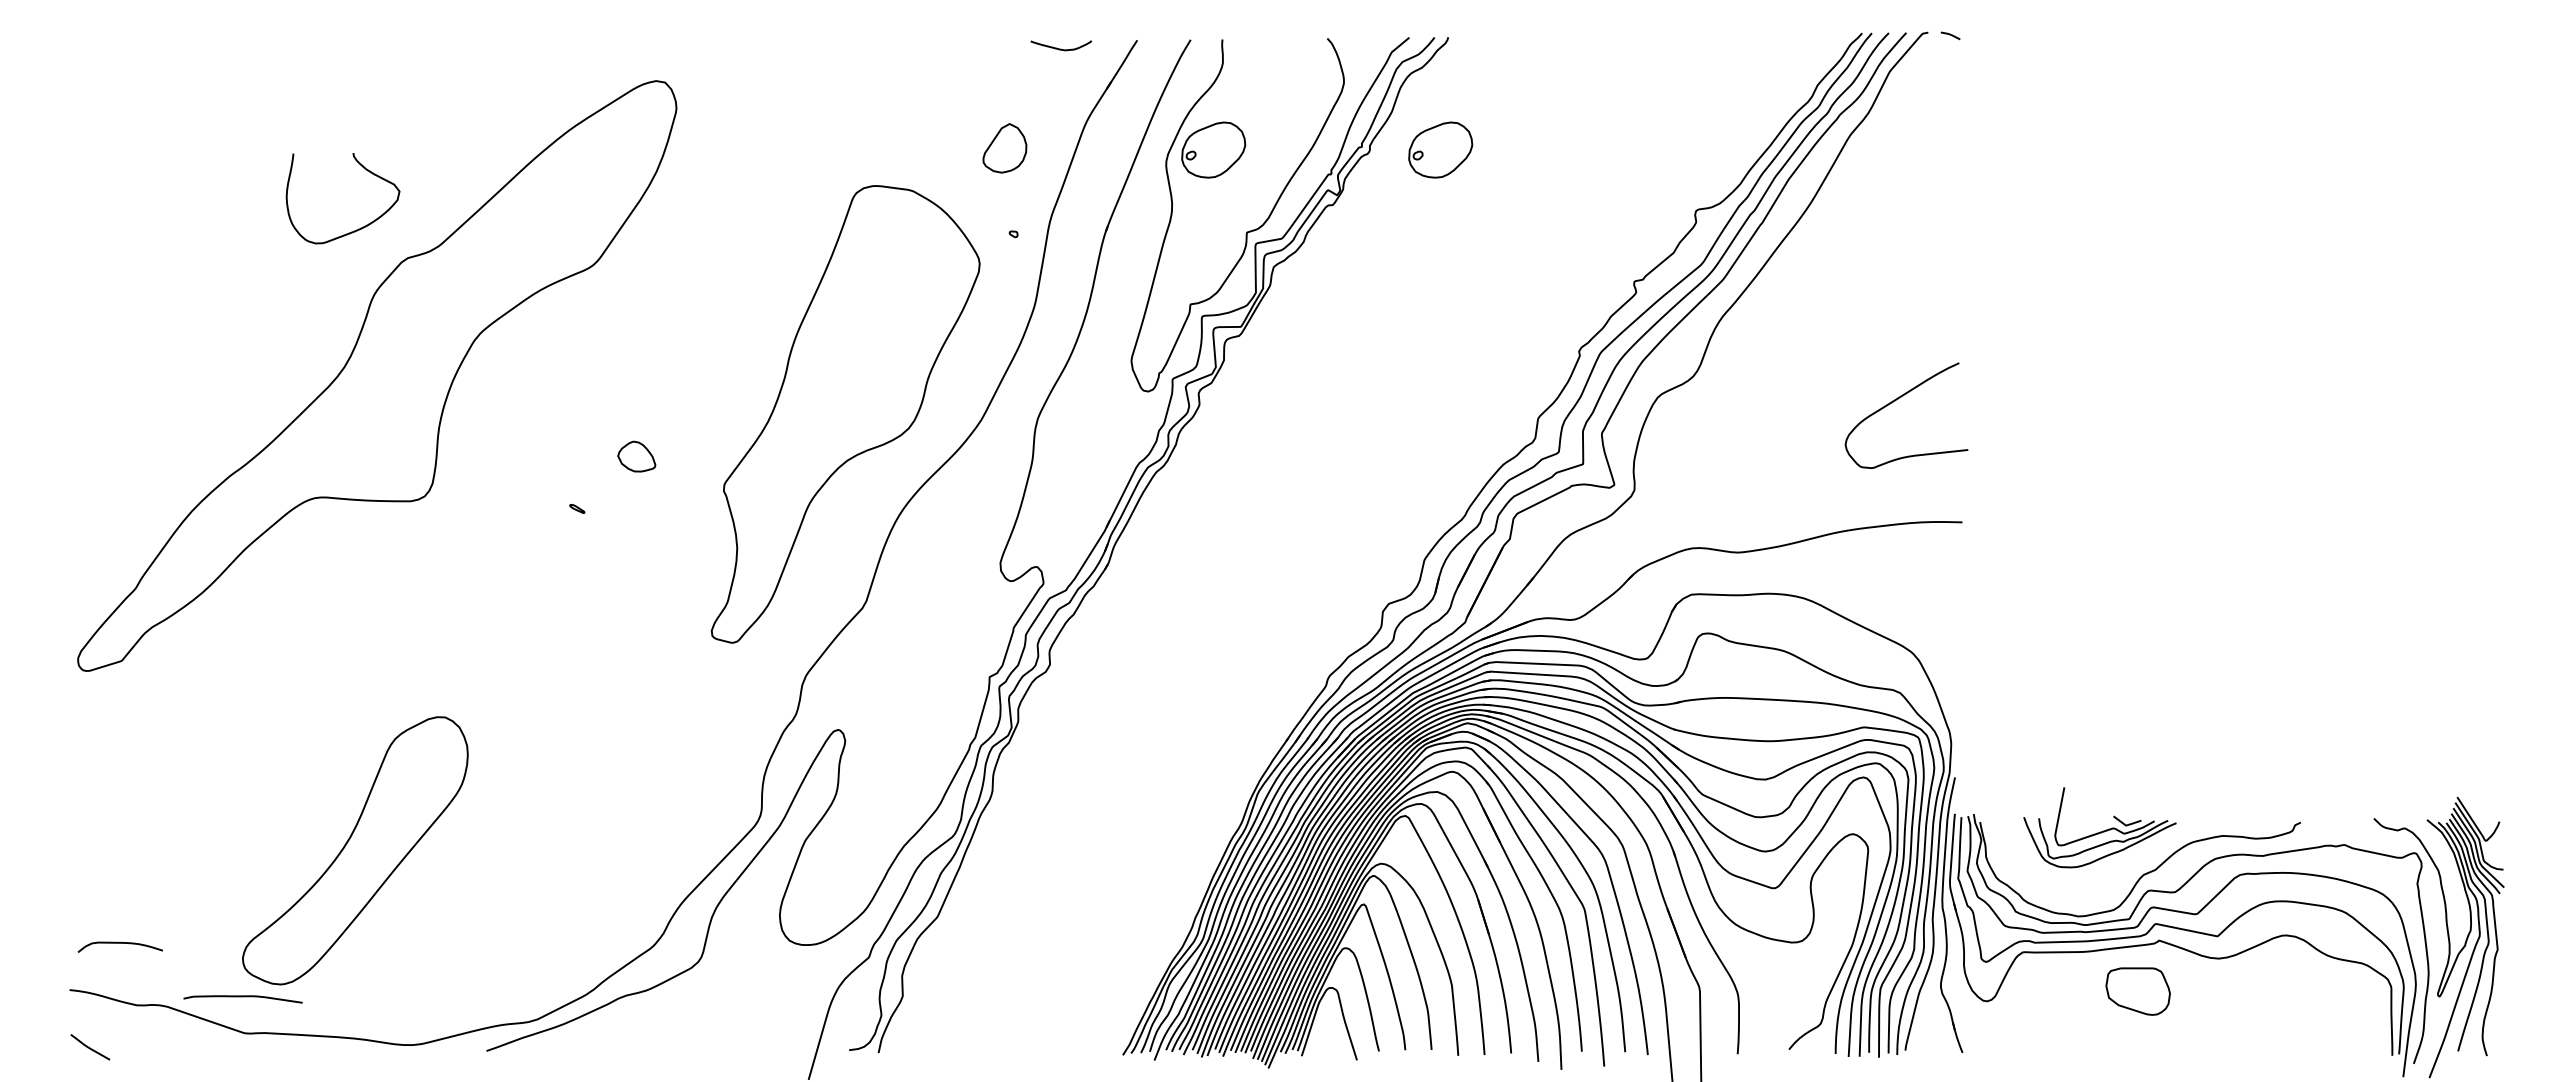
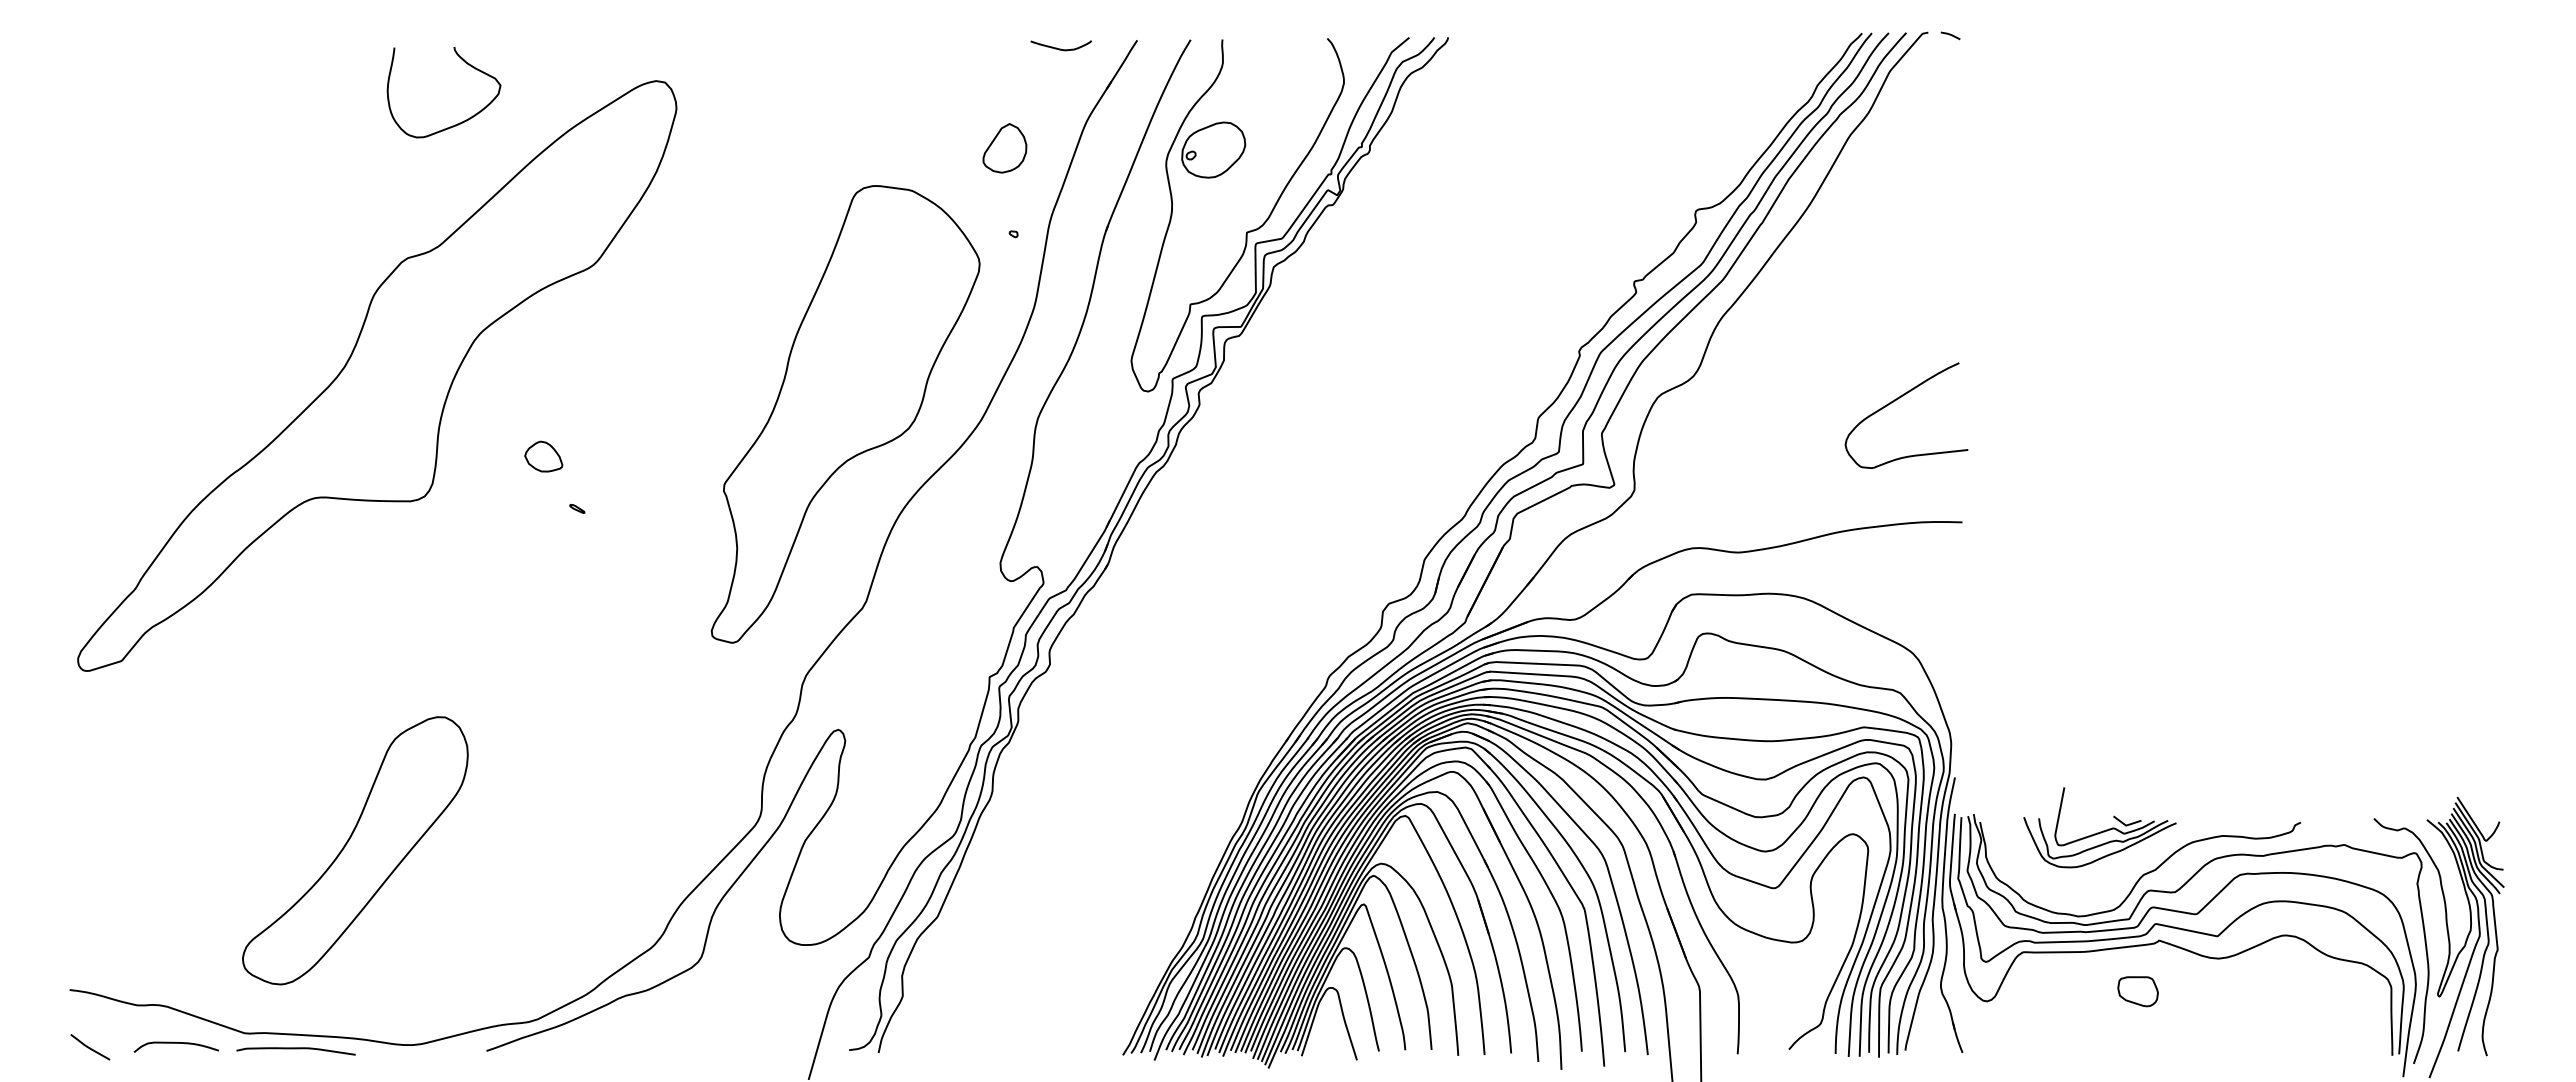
part at (1440, 149): present -> none
curve at (358, 228) position: (358, 228) -> (459, 122)
part at (636, 456) position: (636, 456) -> (543, 456)
curve at (119, 943) position: (119, 943) -> (175, 1043)
part at (2137, 991) size: 66x49 px -> 42x32 px
curve at (242, 997) position: (242, 997) -> (295, 1049)
